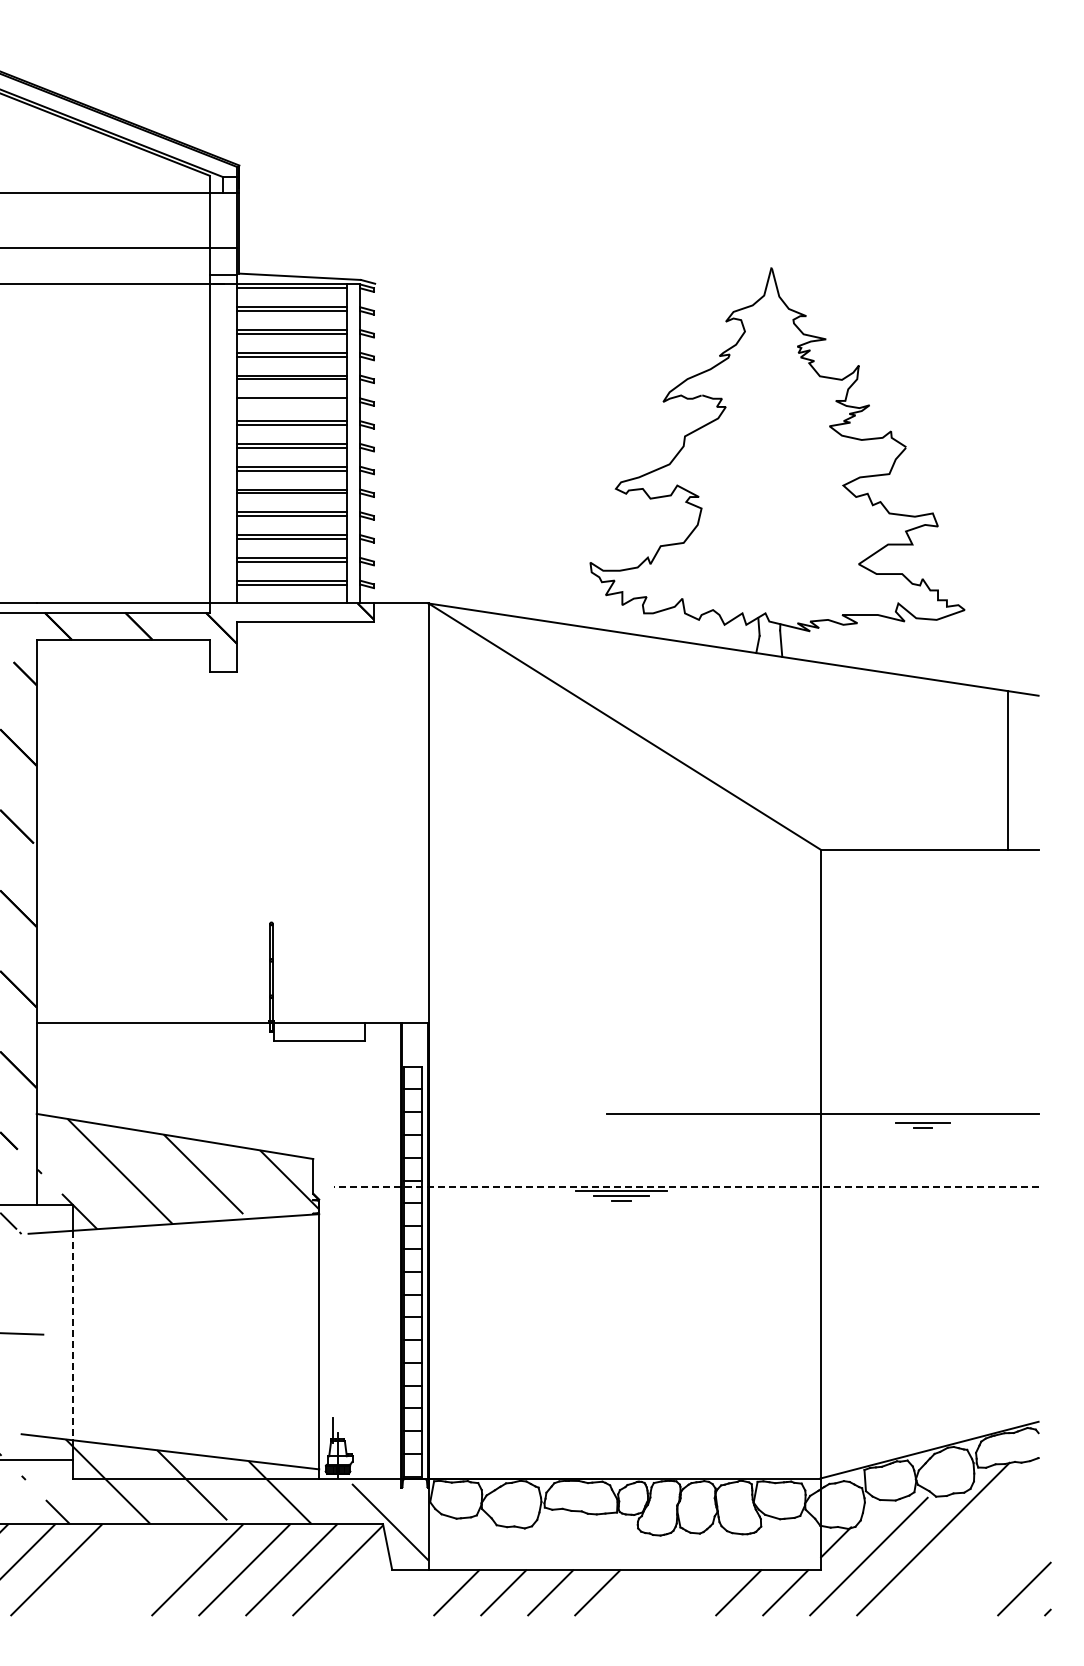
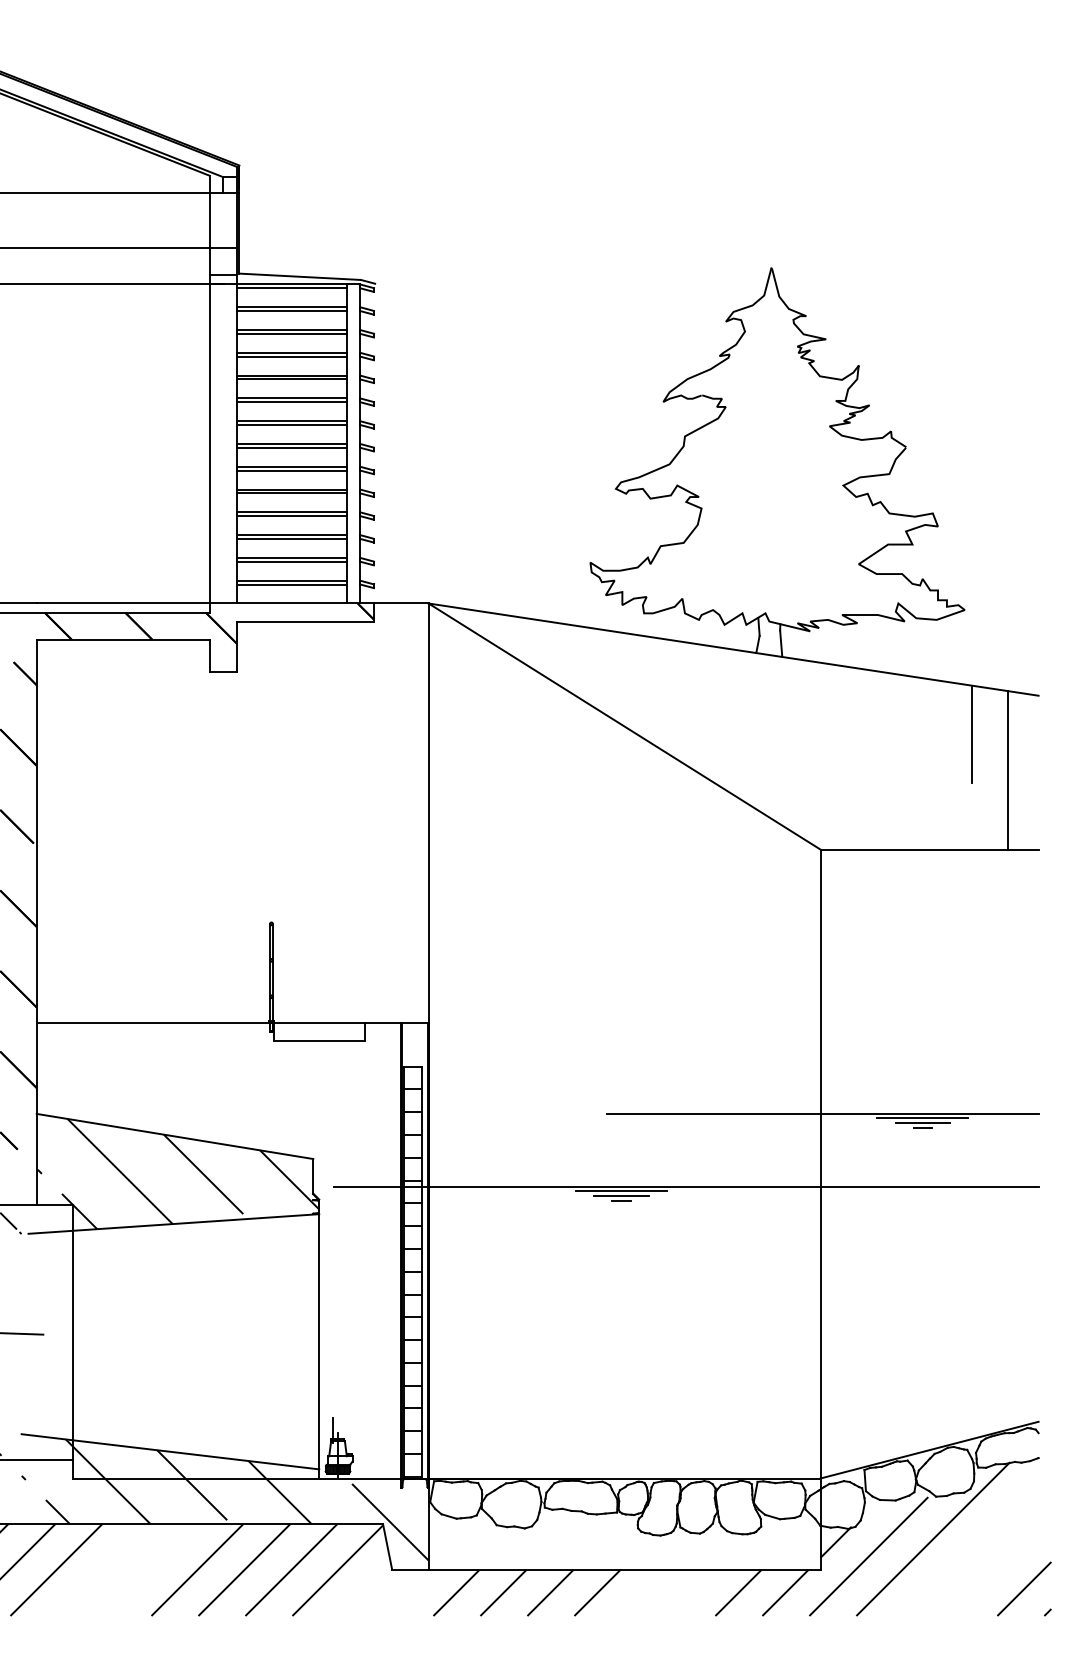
line at (291, 402): none -> present
line at (971, 734): none -> present
line at (922, 1118): none -> present
line at (685, 1186): dashed -> solid
line at (73, 1335): dashed -> solid
